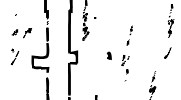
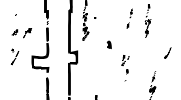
part at (170, 20) position: (170, 20) -> (147, 20)
part at (129, 35) position: (129, 35) -> (129, 18)
part at (108, 55) position: (108, 55) -> (108, 44)
